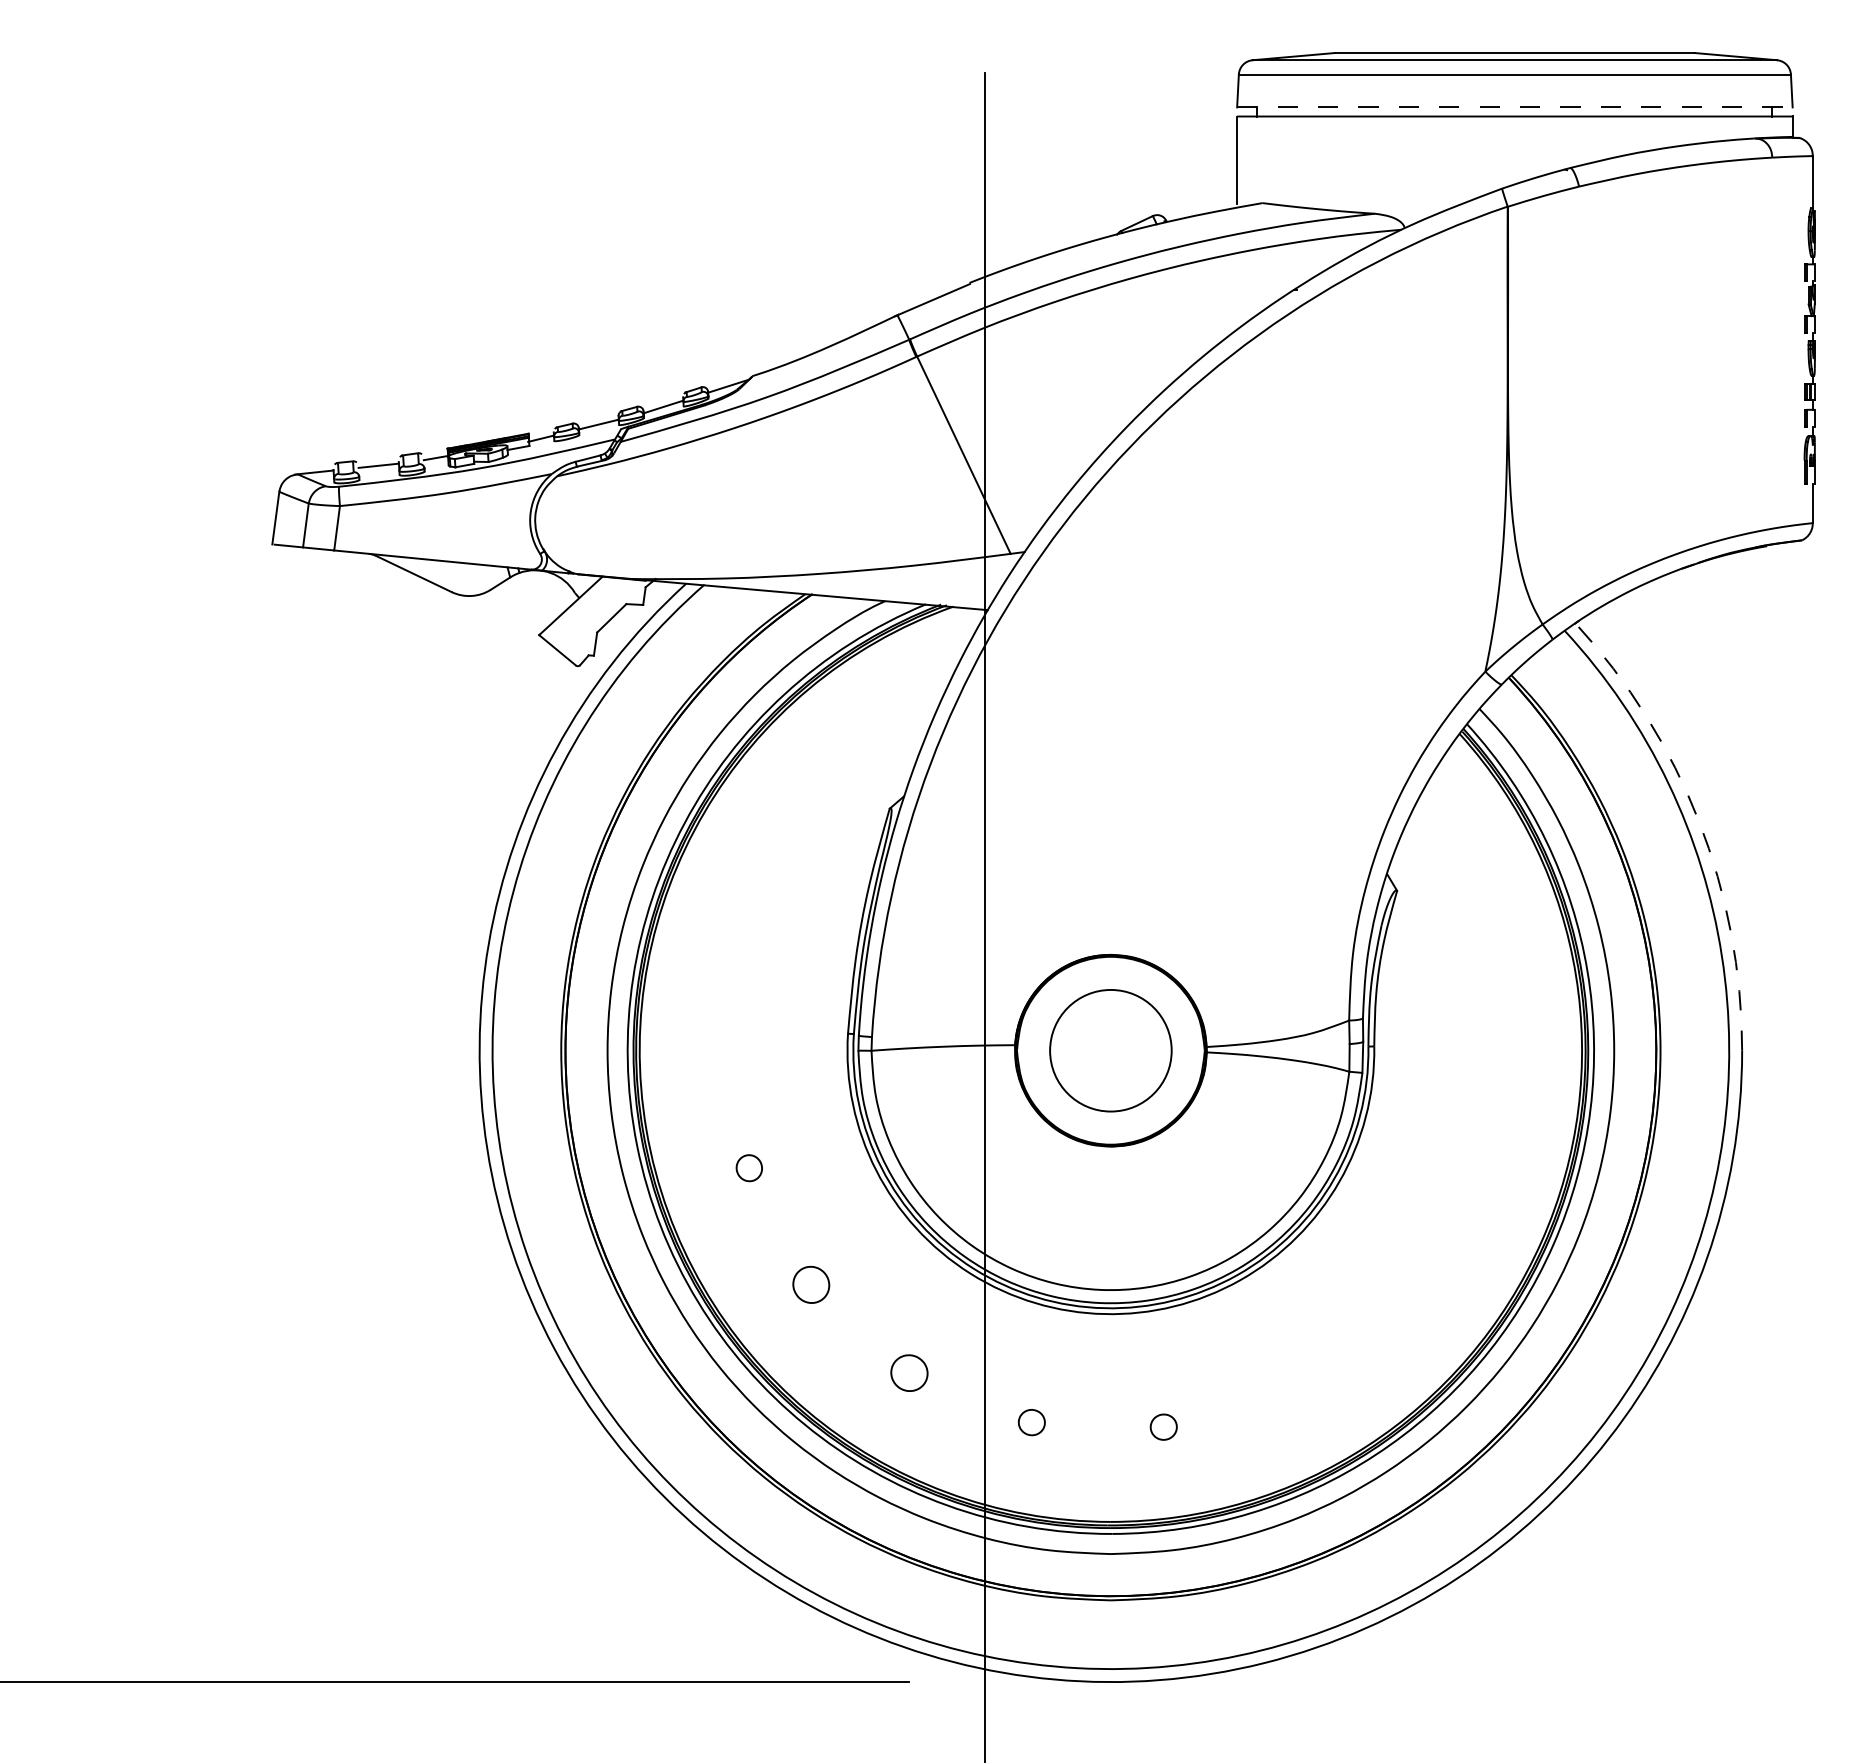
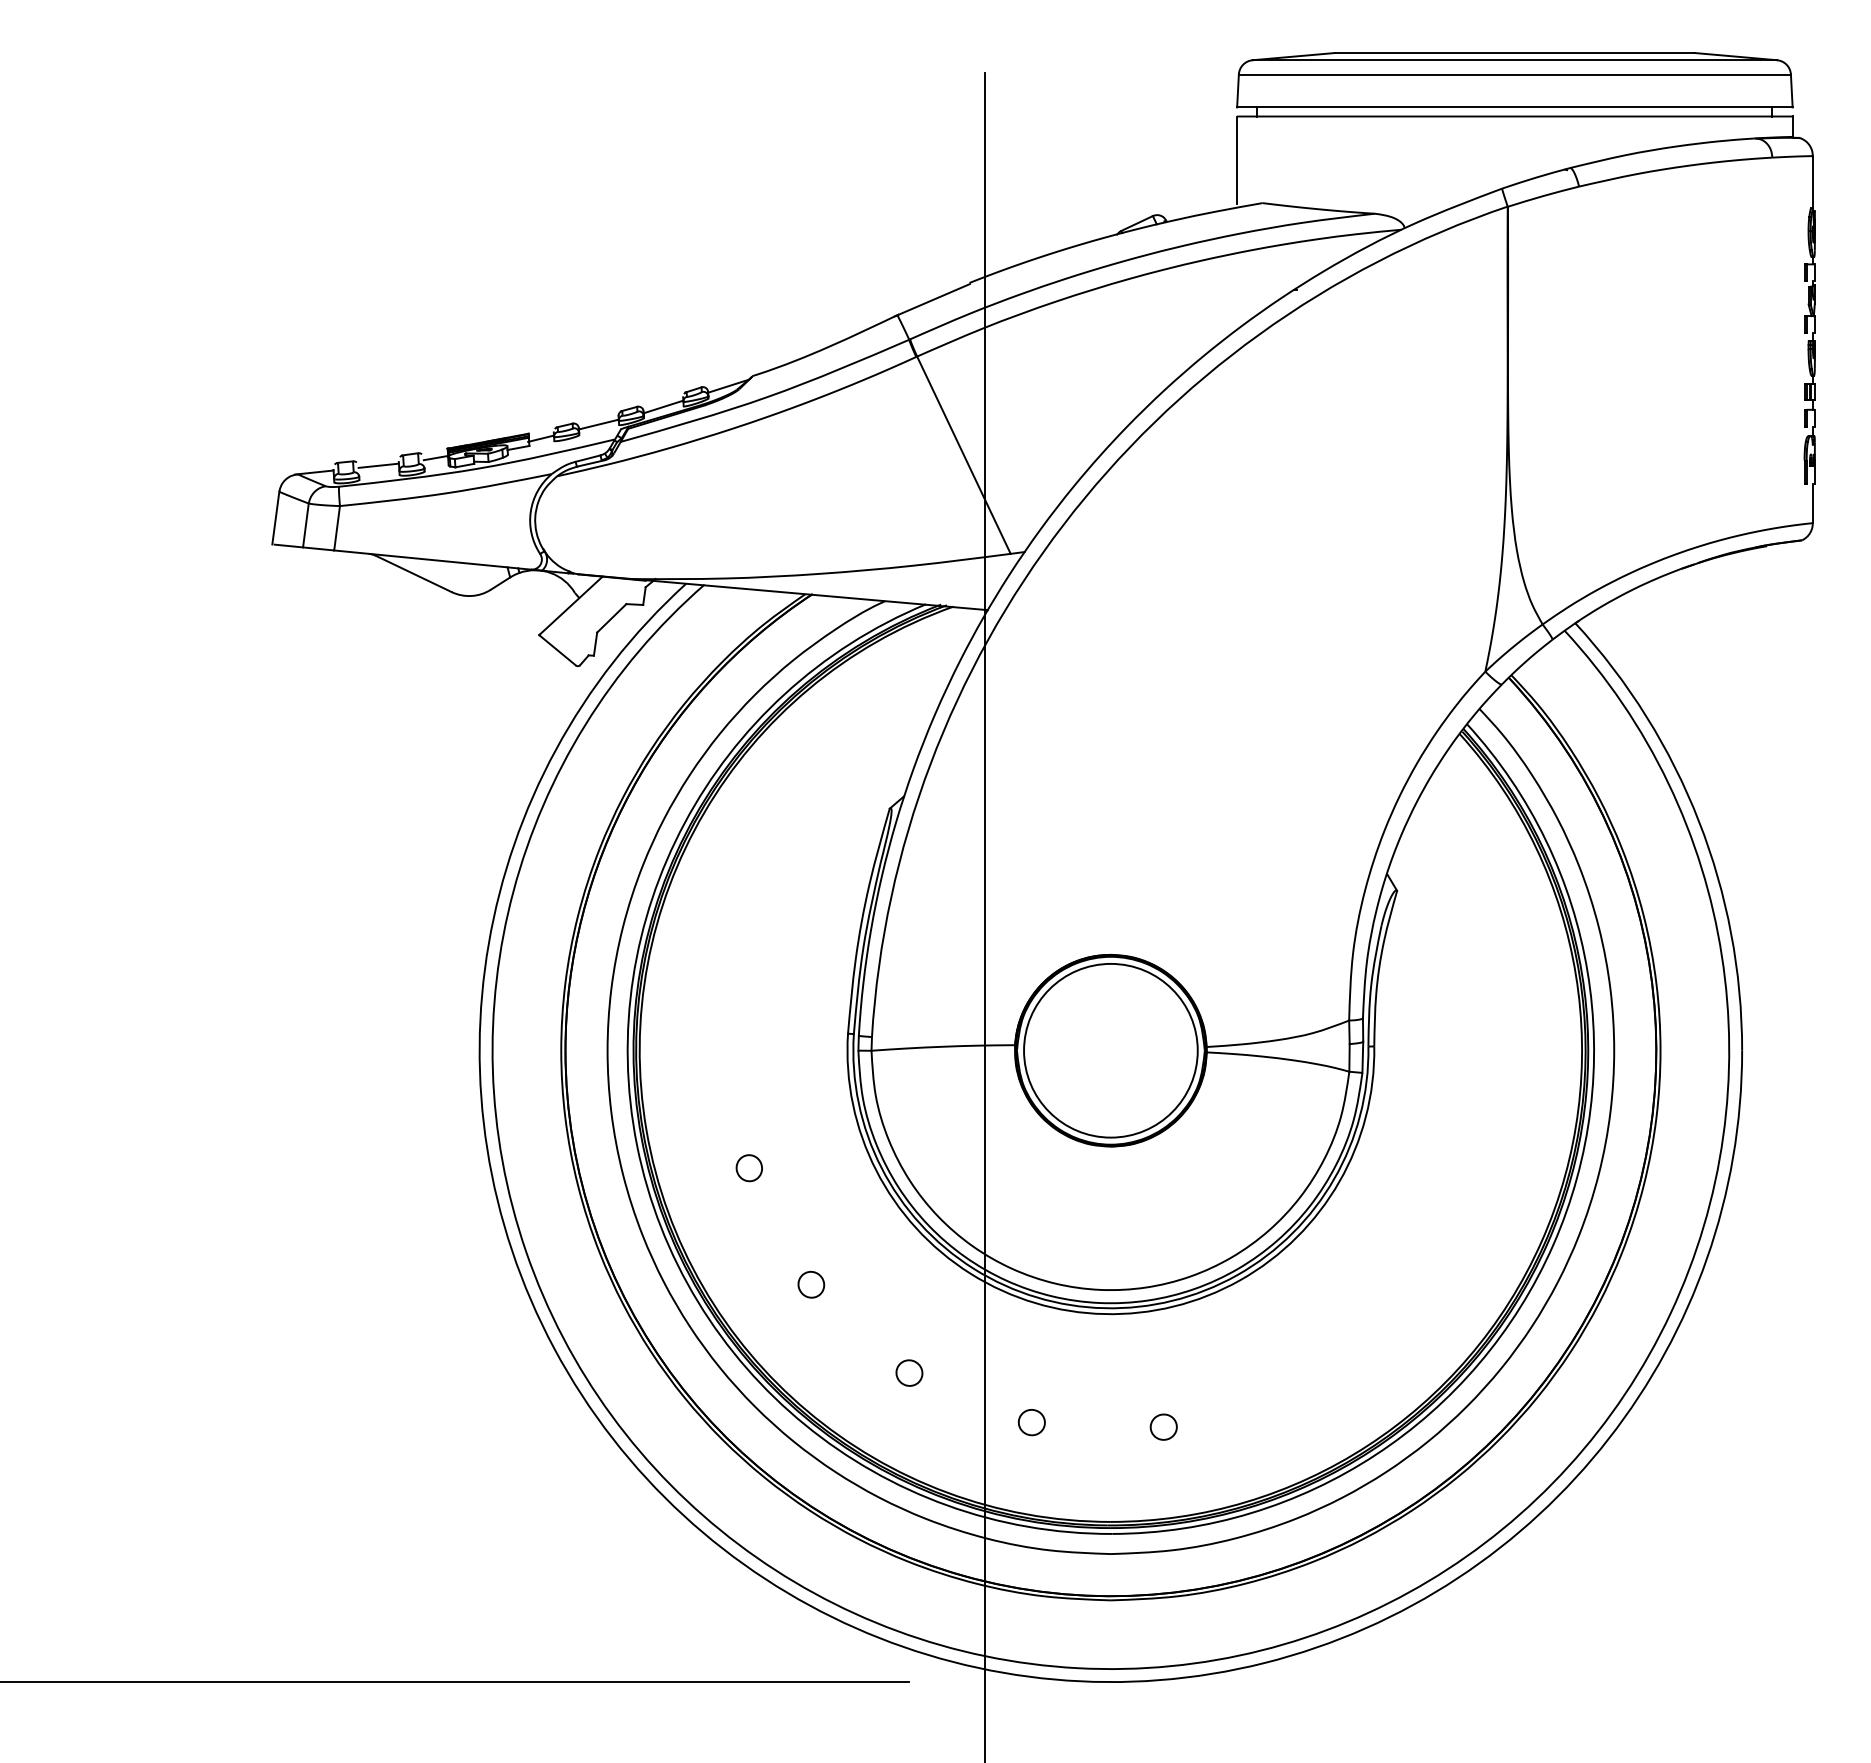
line at (1514, 107): dashed -> solid
arc at (1698, 821): dashed -> solid
circle at (1110, 1050) diameter: 122 px -> 174 px
part at (811, 1284) size: 39x39 px -> 29x29 px
part at (909, 1372) size: 39x38 px -> 29x28 px
